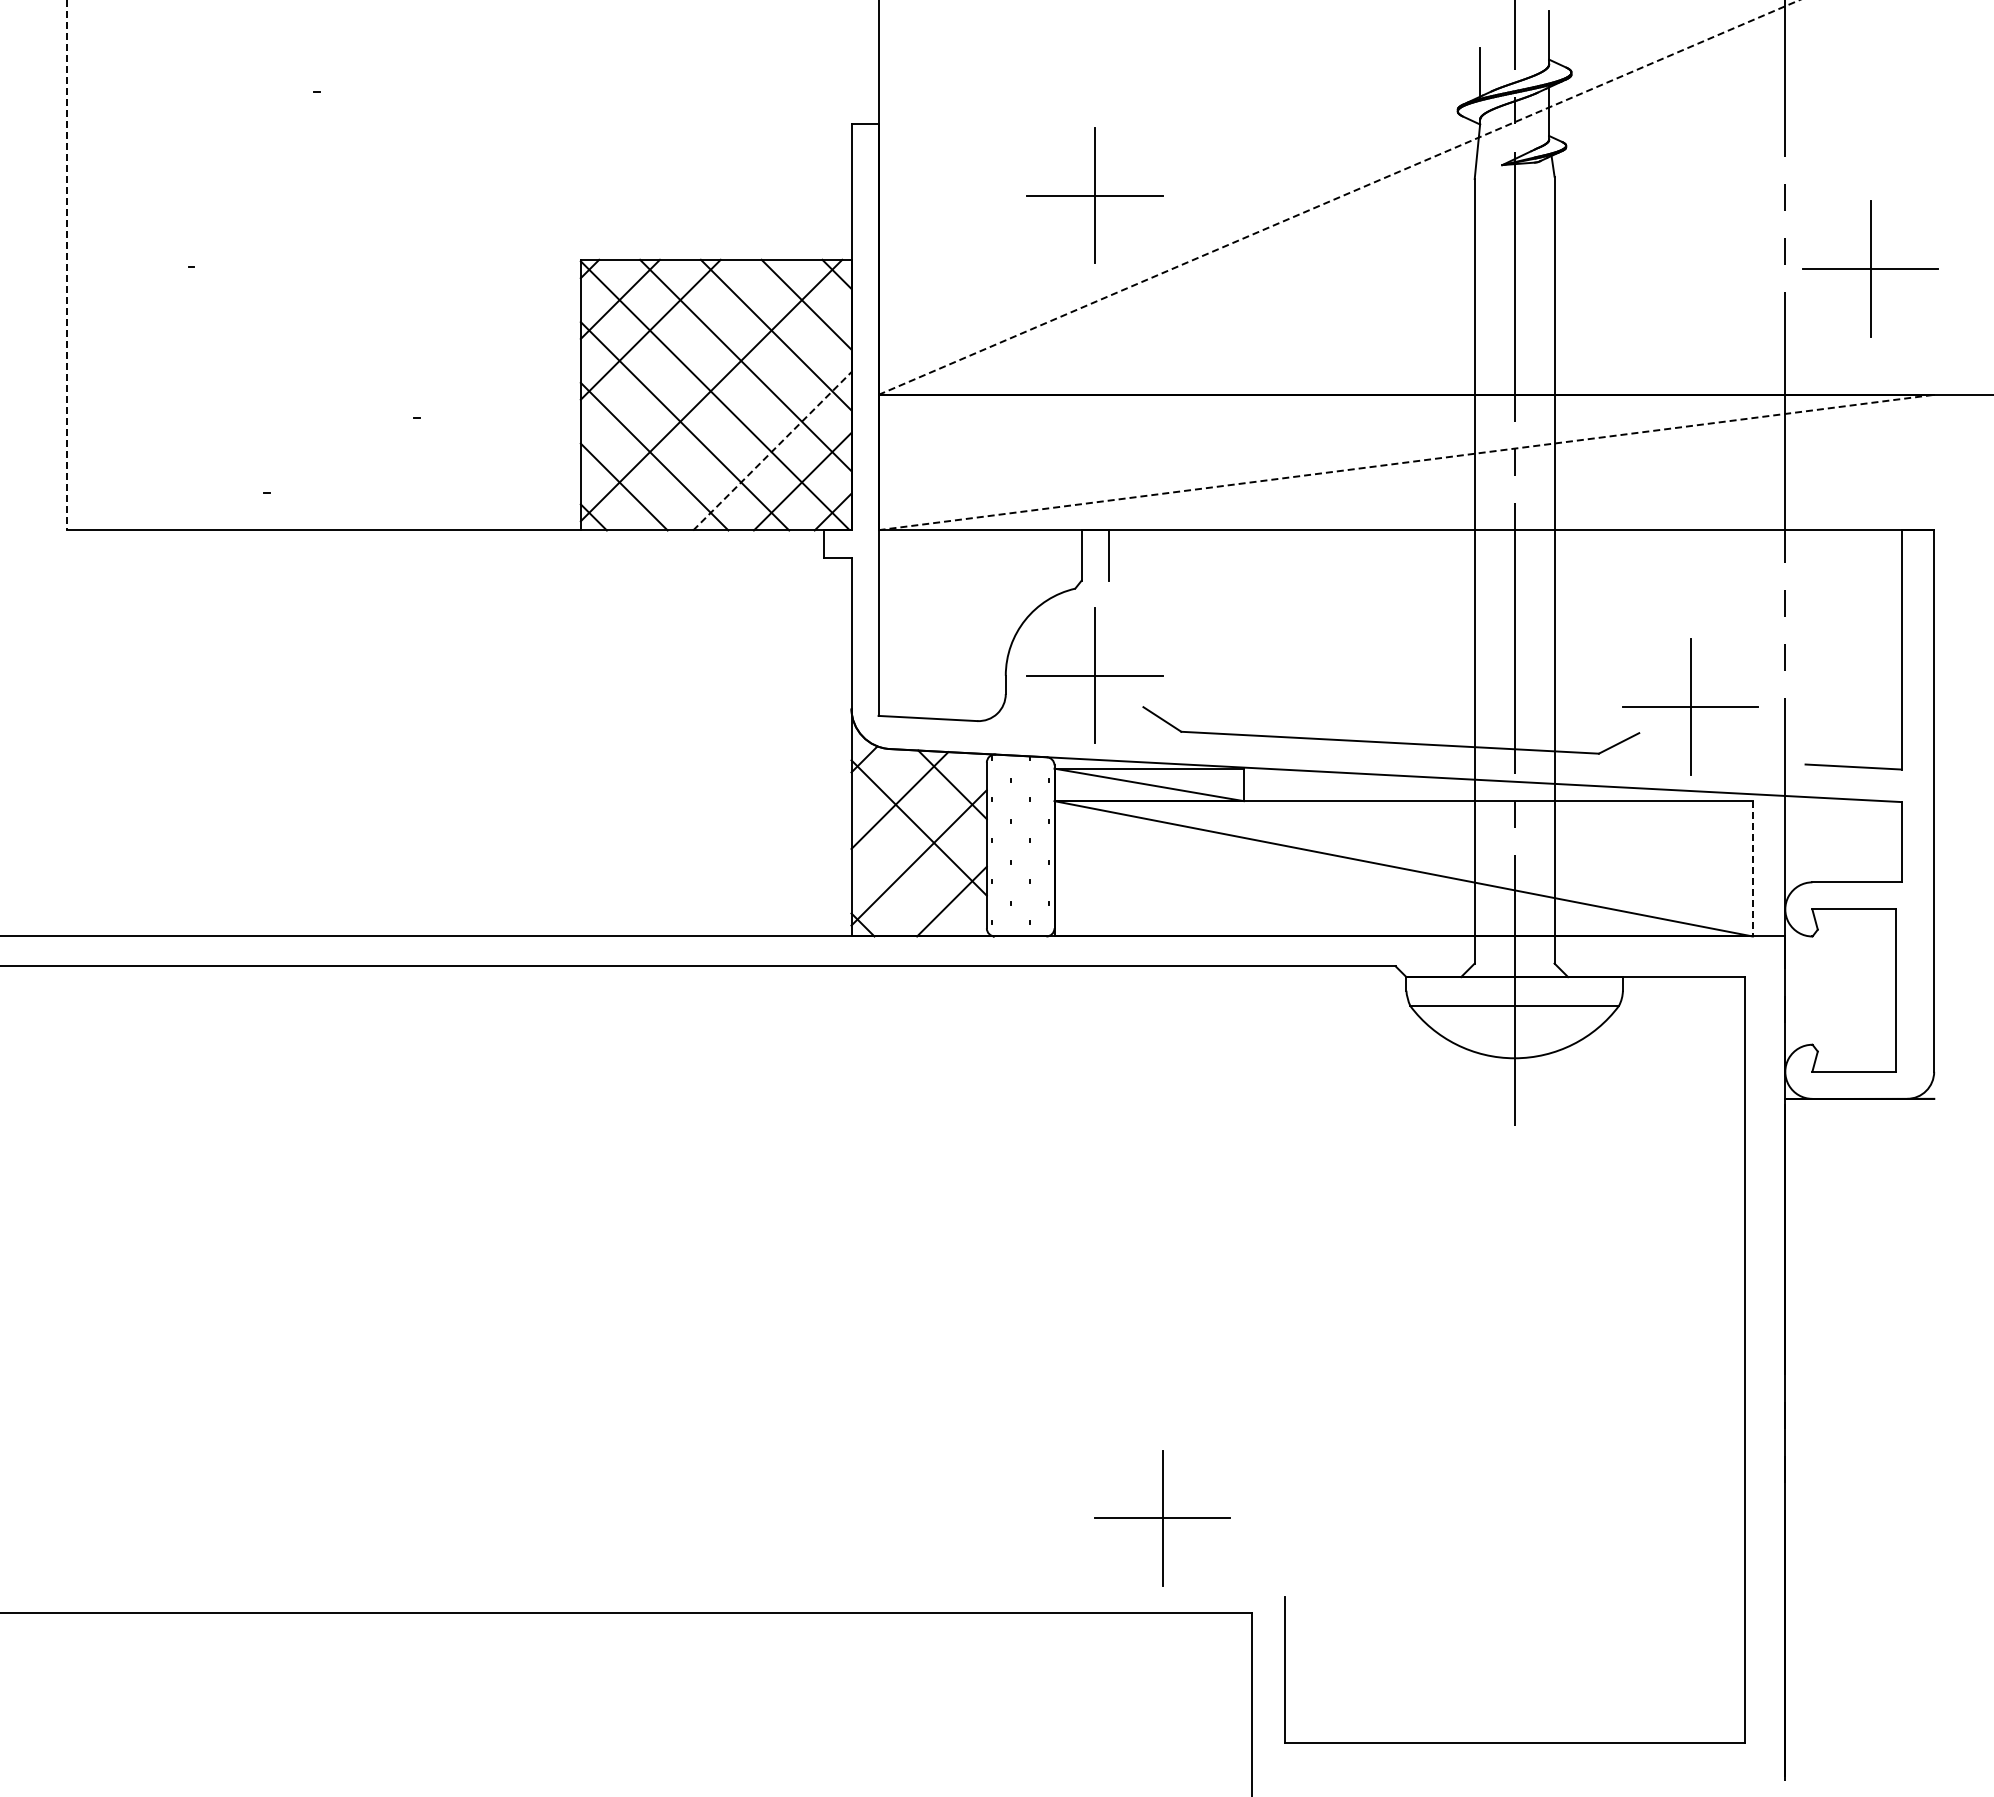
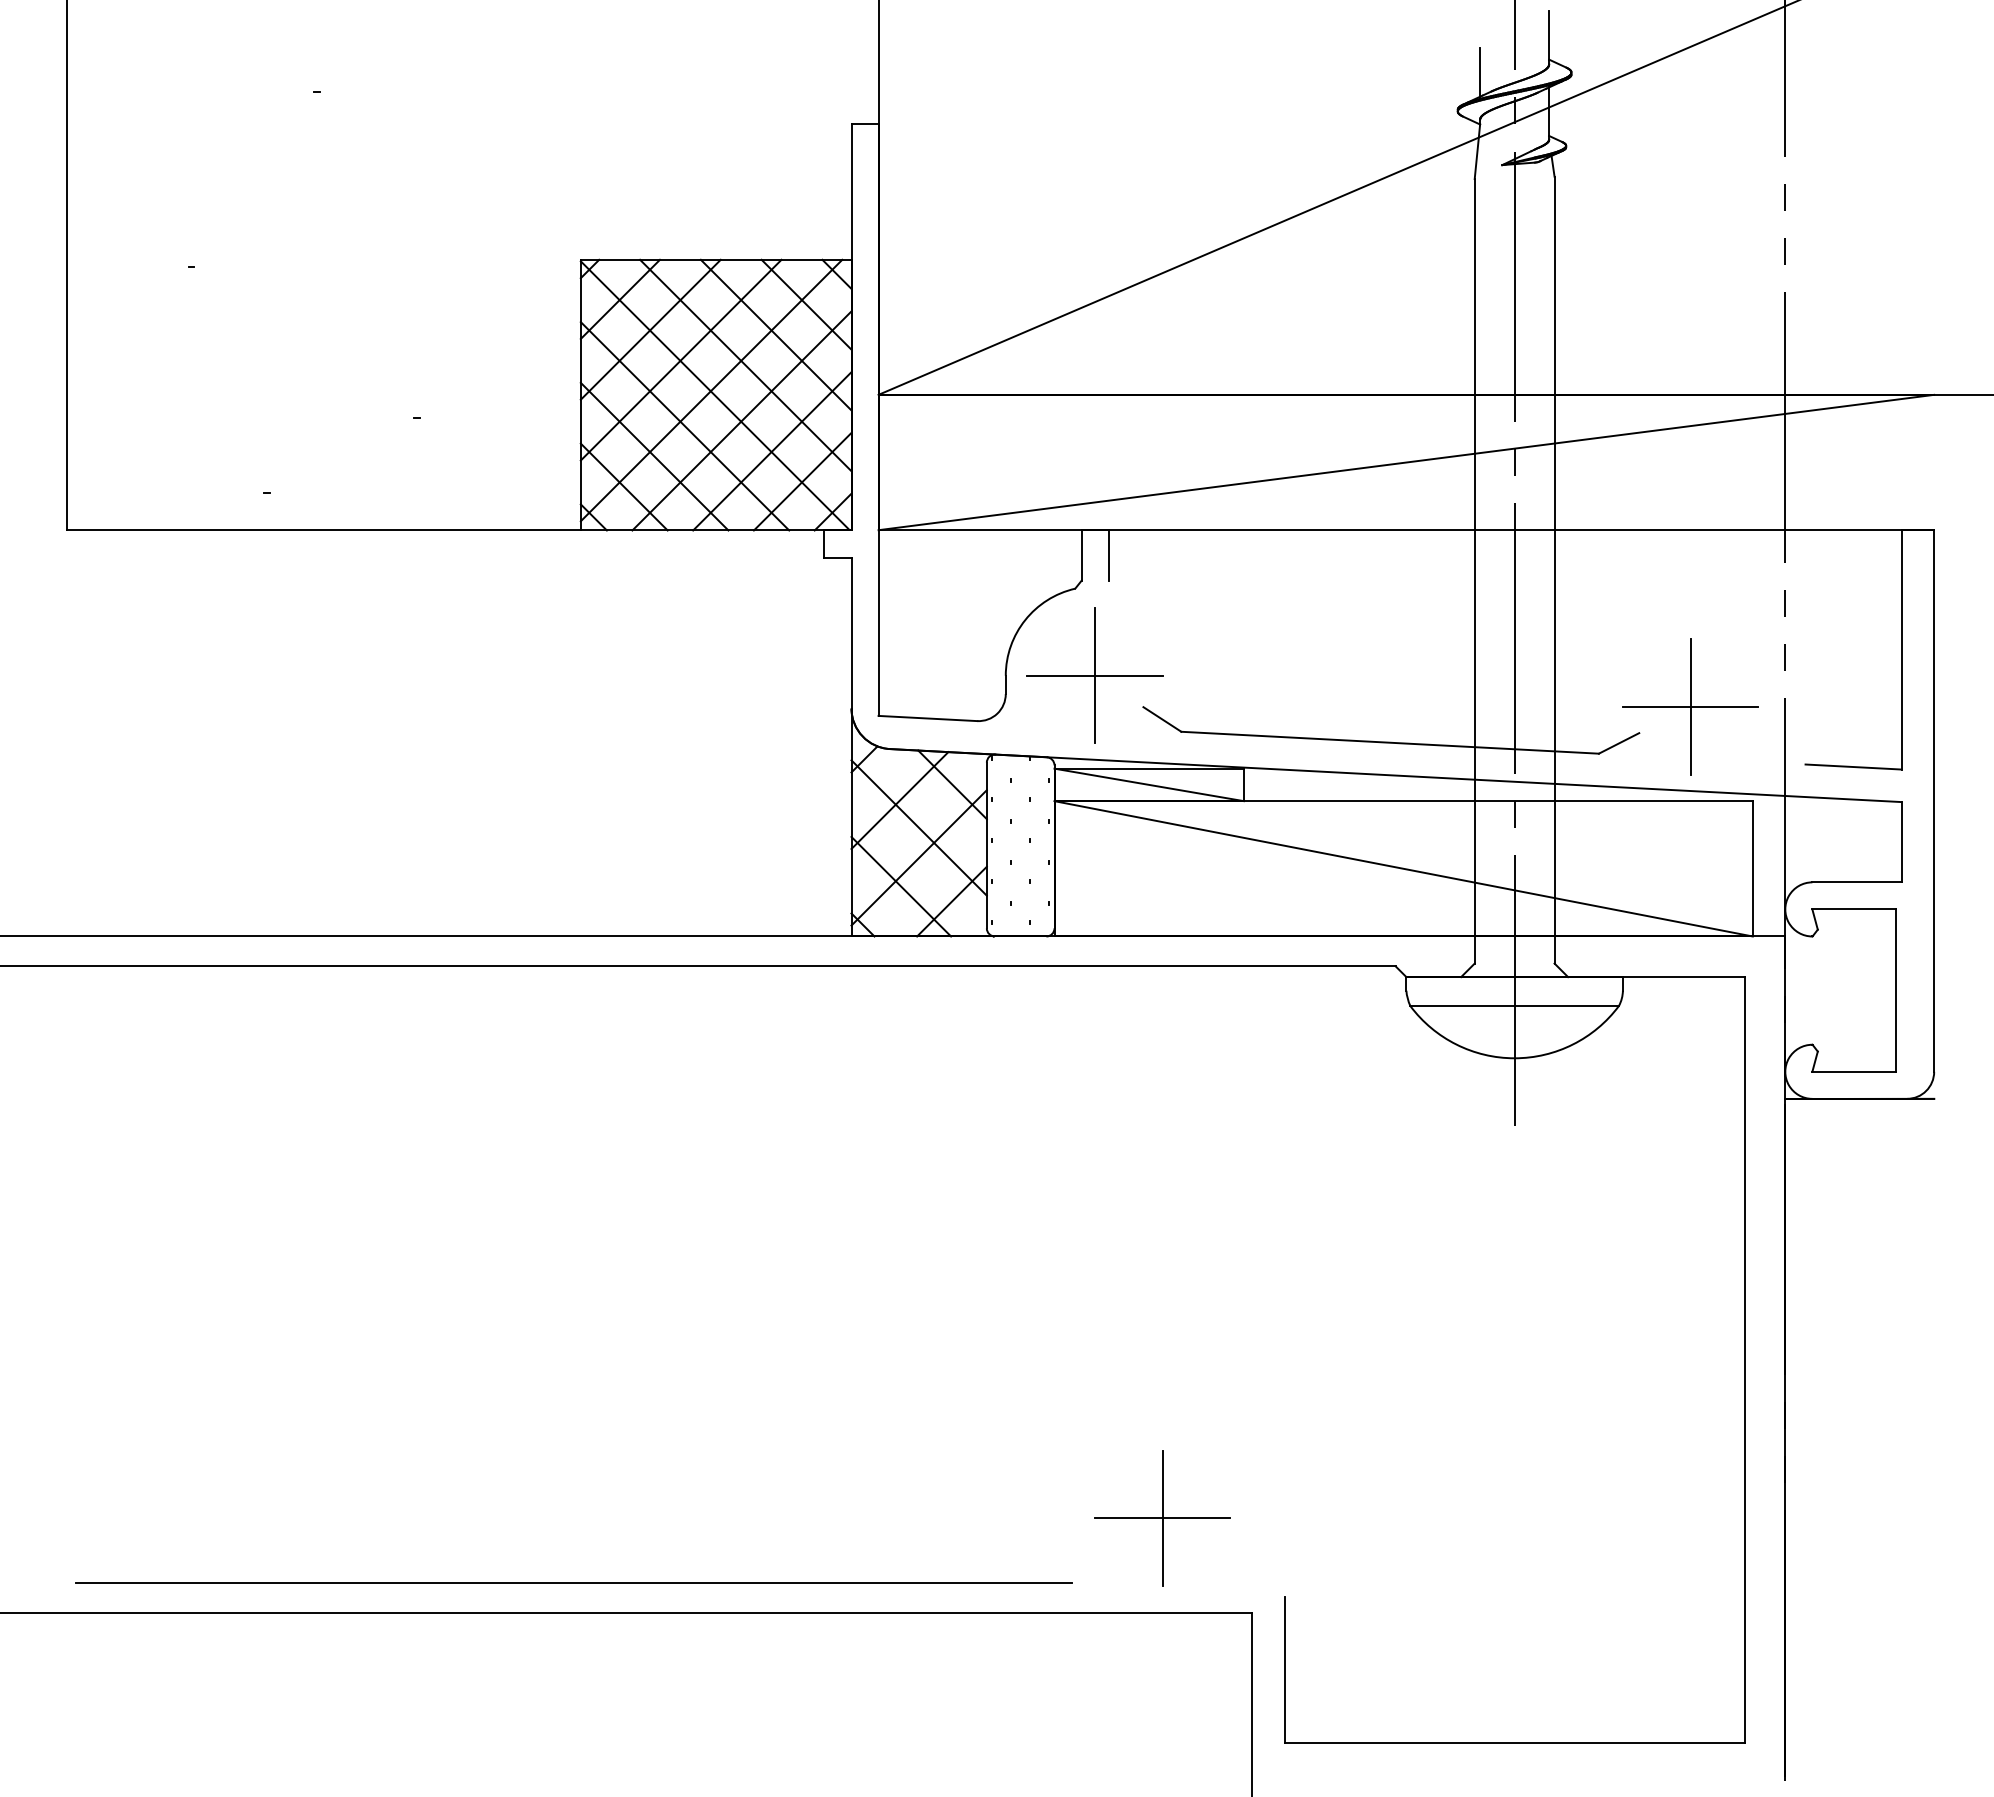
part at (1094, 195): present -> none
line at (1339, 197): dashed -> solid
line at (66, 265): dashed -> solid
part at (1870, 268): present -> none
line at (680, 359): none -> present
line at (741, 420): none -> present
line at (772, 451): dashed -> solid
line at (1406, 462): dashed -> solid
line at (1752, 868): dashed -> solid
line at (901, 886): none -> present
line at (573, 1583): none -> present
